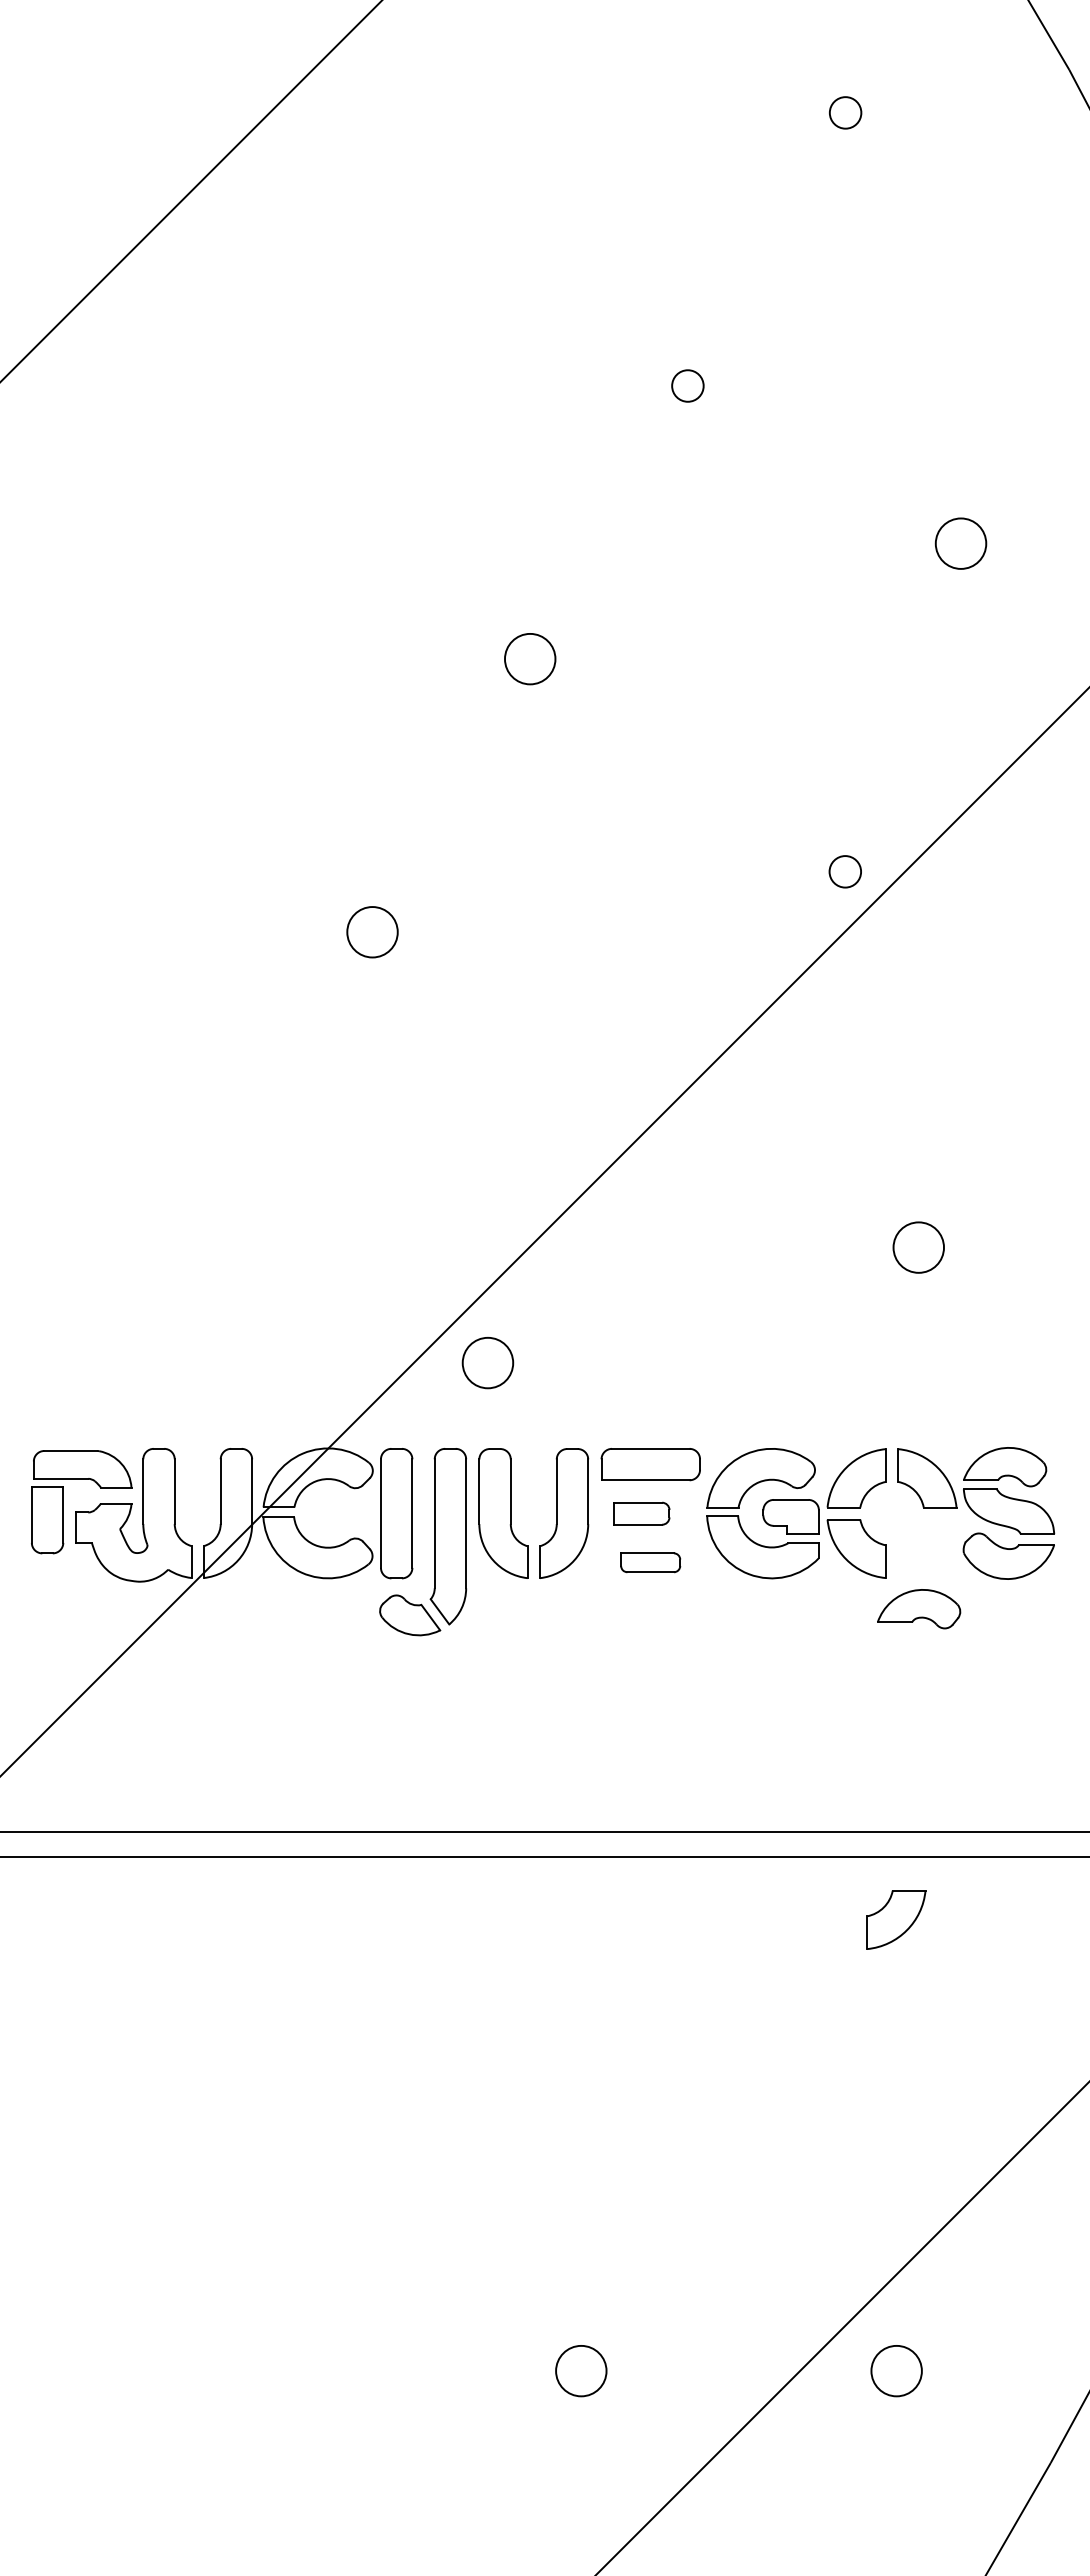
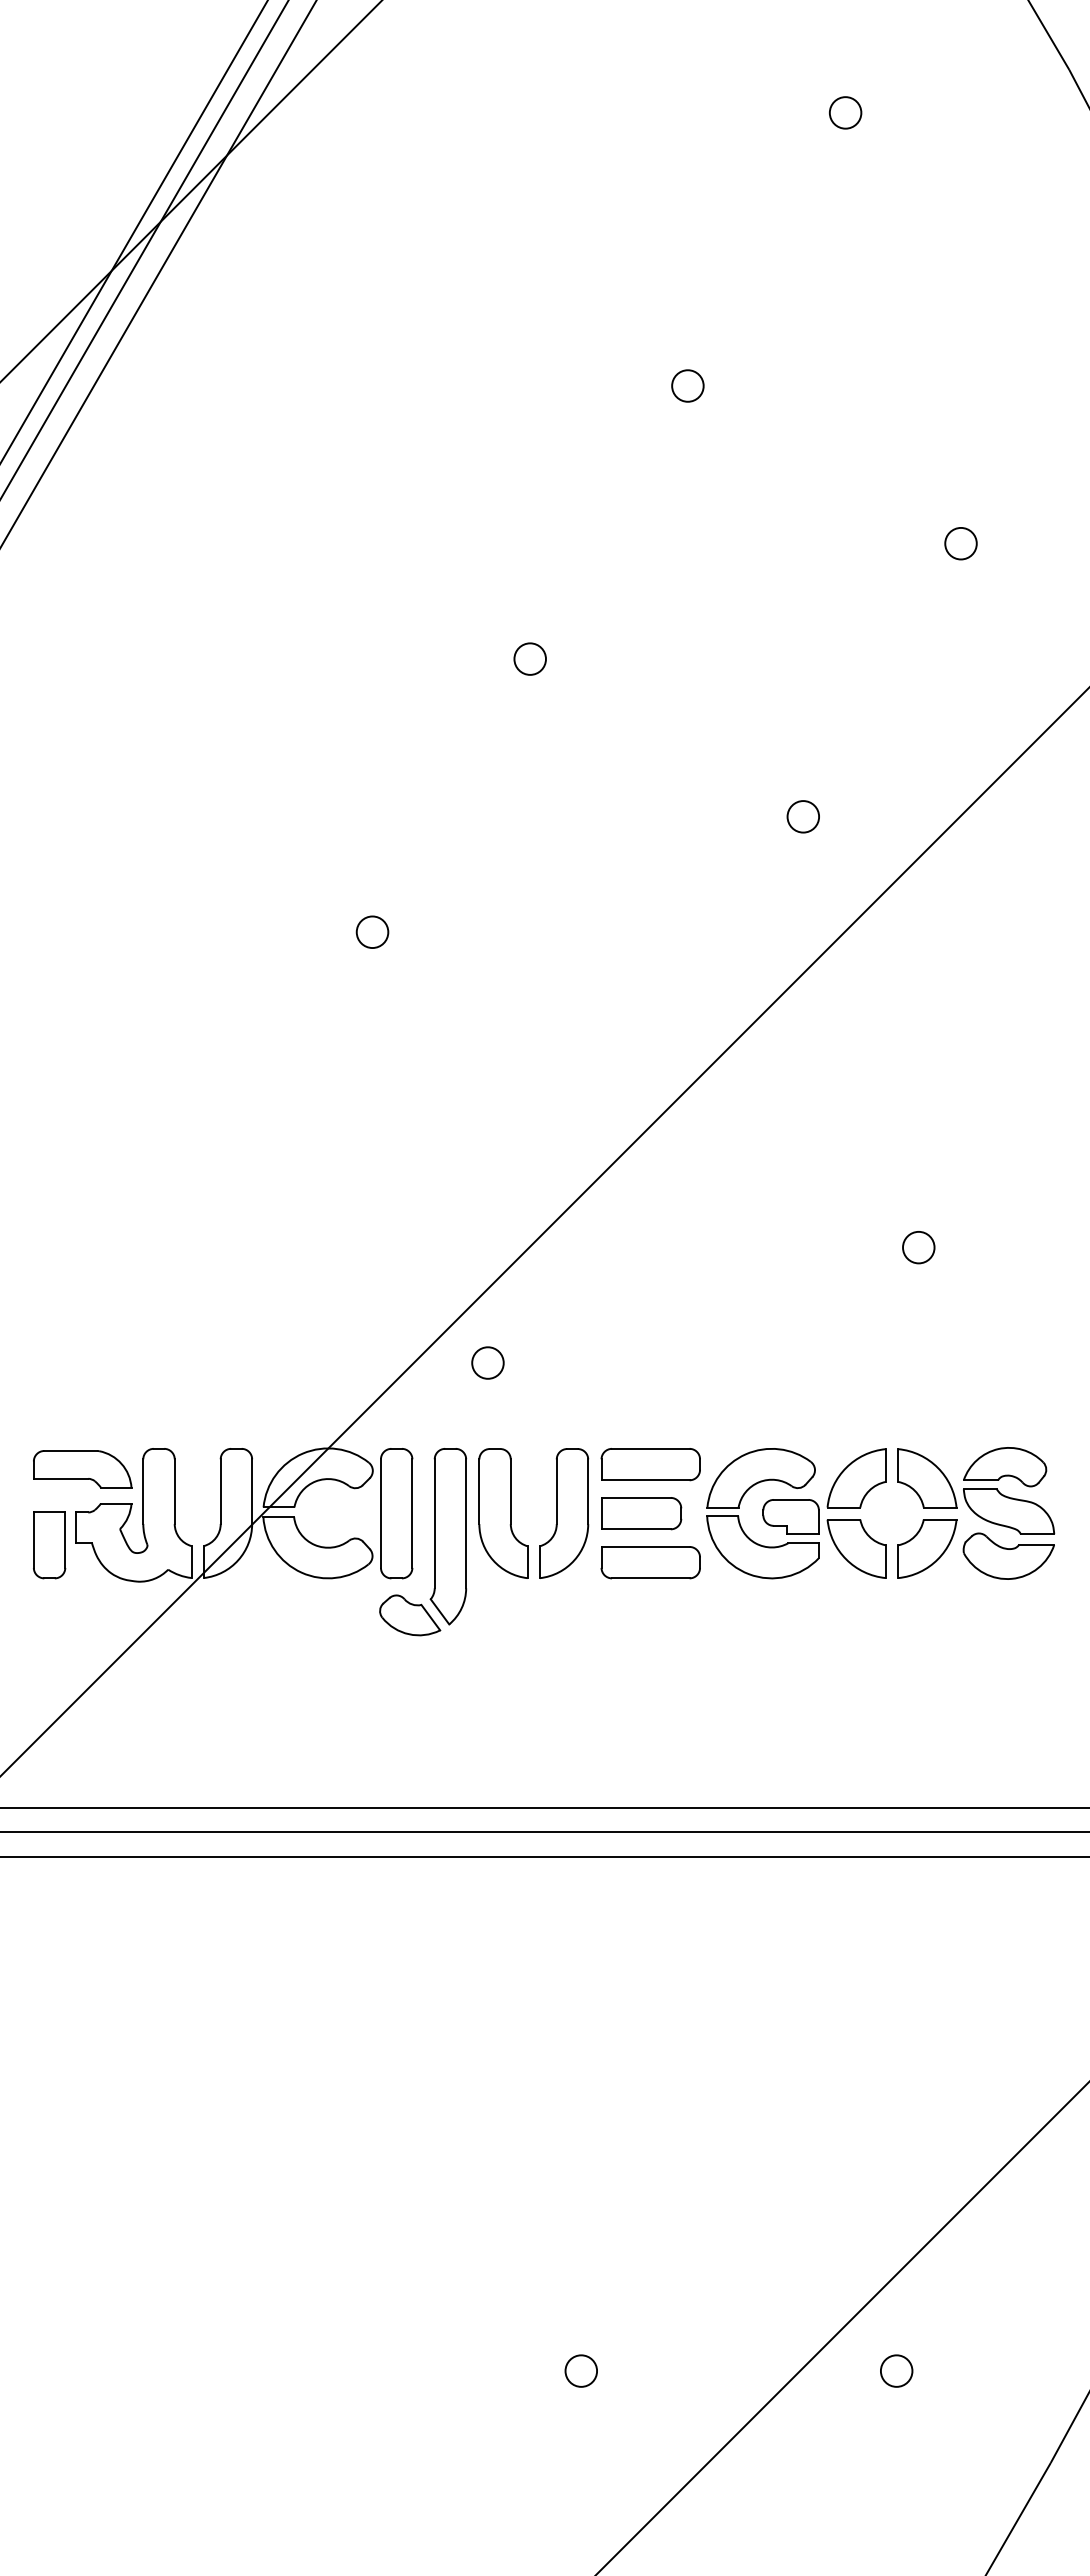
line at (134, 231): none -> present
line at (144, 249): none -> present
line at (158, 273): none -> present
circle at (960, 543) diameter: 50 px -> 32 px
circle at (530, 658) diameter: 50 px -> 32 px
circle at (844, 871) position: (844, 871) -> (802, 816)
circle at (372, 932) diameter: 50 px -> 32 px
circle at (918, 1247) diameter: 50 px -> 32 px
circle at (487, 1362) diameter: 50 px -> 32 px
part at (641, 1513) size: 58x25 px -> 82x34 px
part at (47, 1520) position: (47, 1520) -> (49, 1545)
part at (650, 1562) size: 62x22 px -> 101x34 px
part at (919, 1609): present -> none
line at (544, 1808): none -> present
part at (896, 1919) position: (896, 1919) -> (927, 1548)
circle at (581, 2370) diameter: 50 px -> 32 px
circle at (896, 2370) diameter: 50 px -> 32 px
